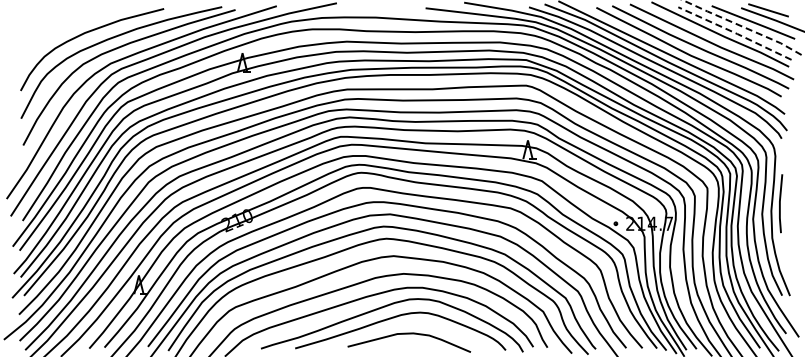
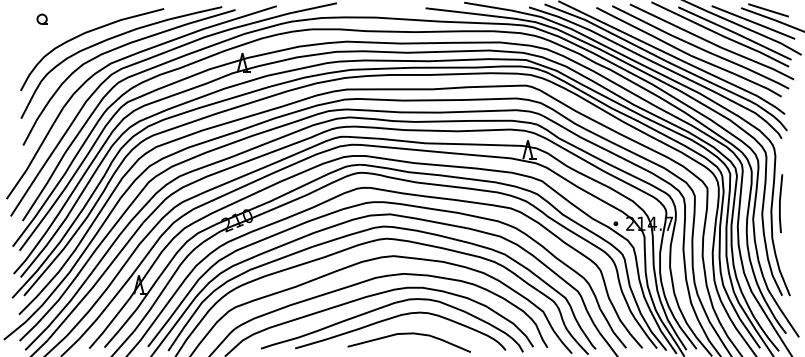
part at (41, 18): none -> present
line at (742, 26): dashed -> solid
line at (735, 33): dashed -> solid
